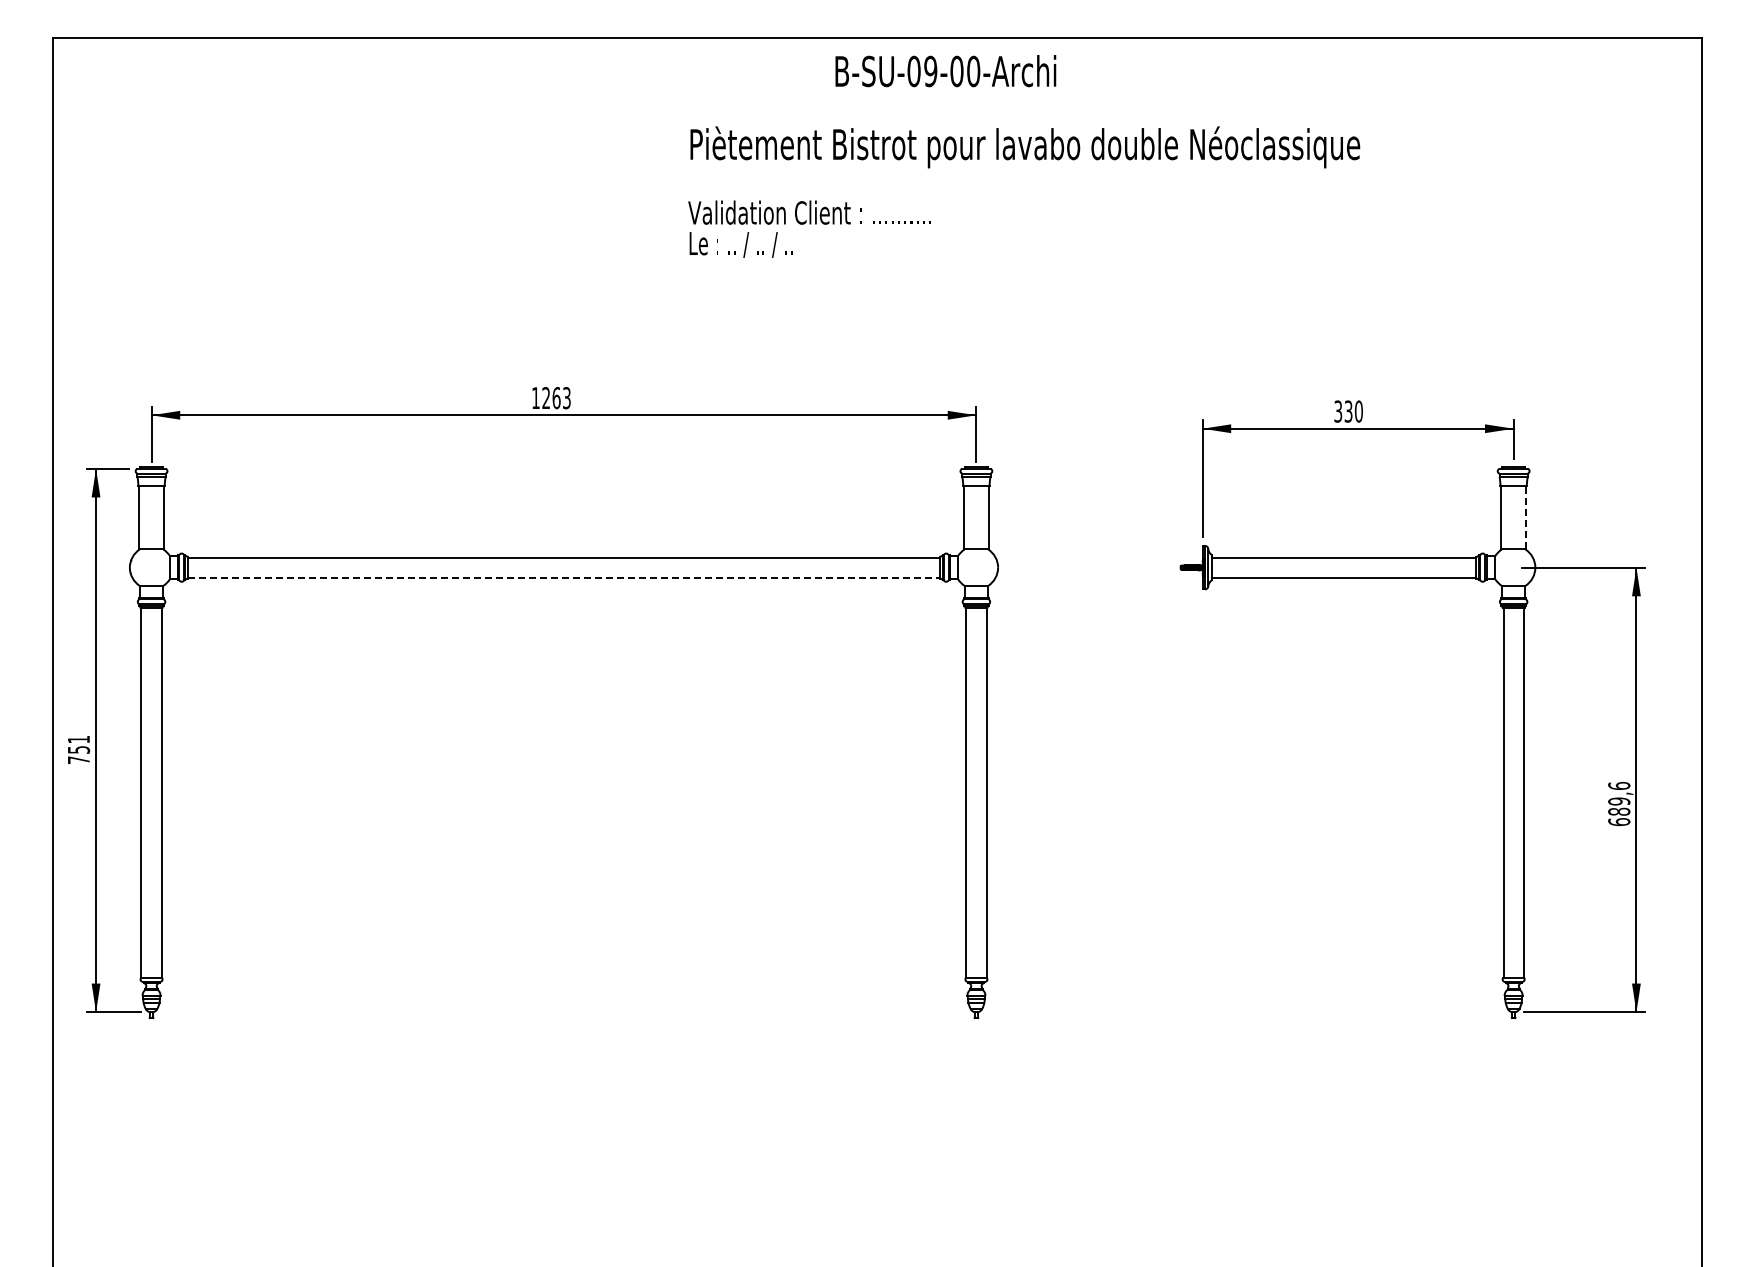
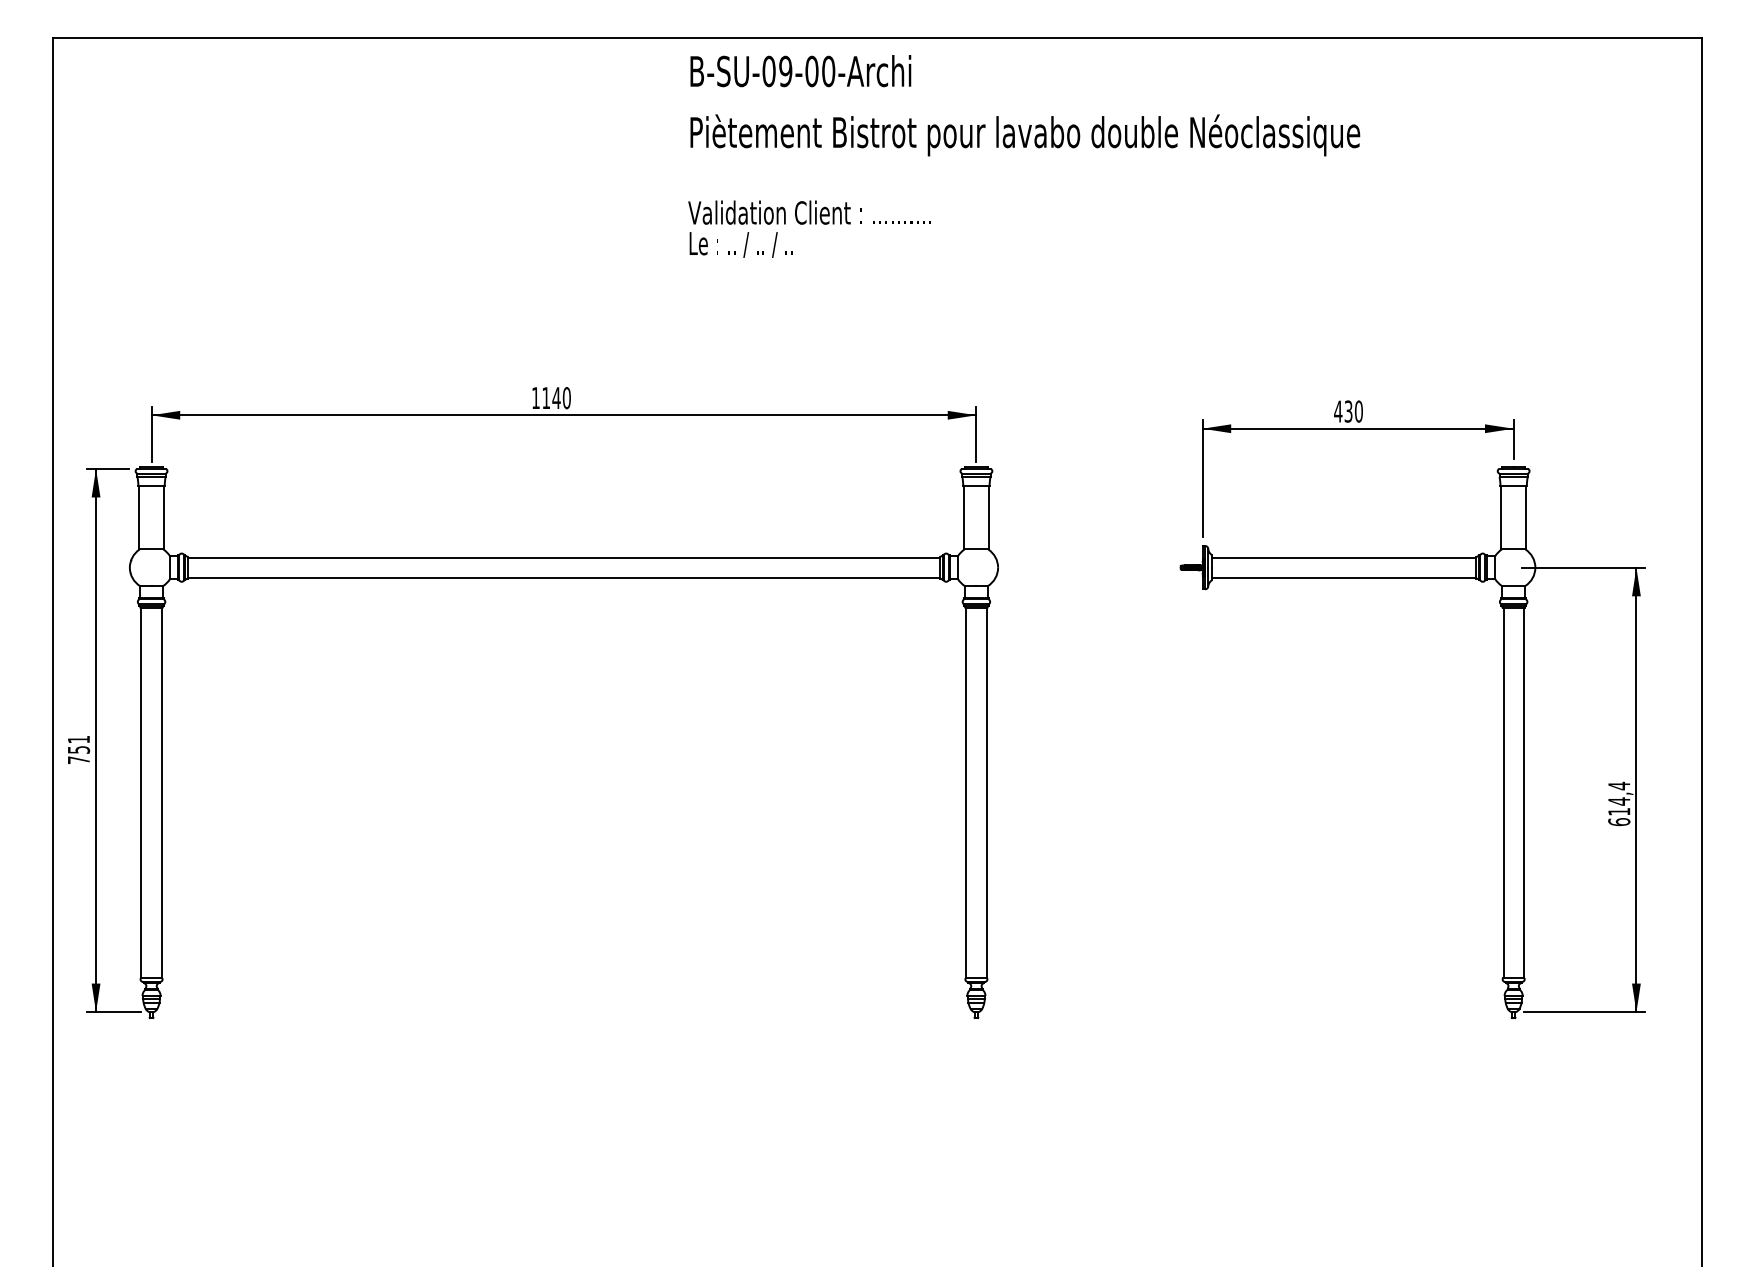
text at (945, 71) position: (945, 71) -> (800, 71)
text at (1025, 147) position: (1025, 147) -> (1025, 135)
text at (556, 398): 1263 -> 1140
text at (1338, 411): 330 -> 430
line at (1525, 517): dashed -> solid
line at (563, 577): dashed -> solid
text at (1619, 798): 689,6 -> 614,4
